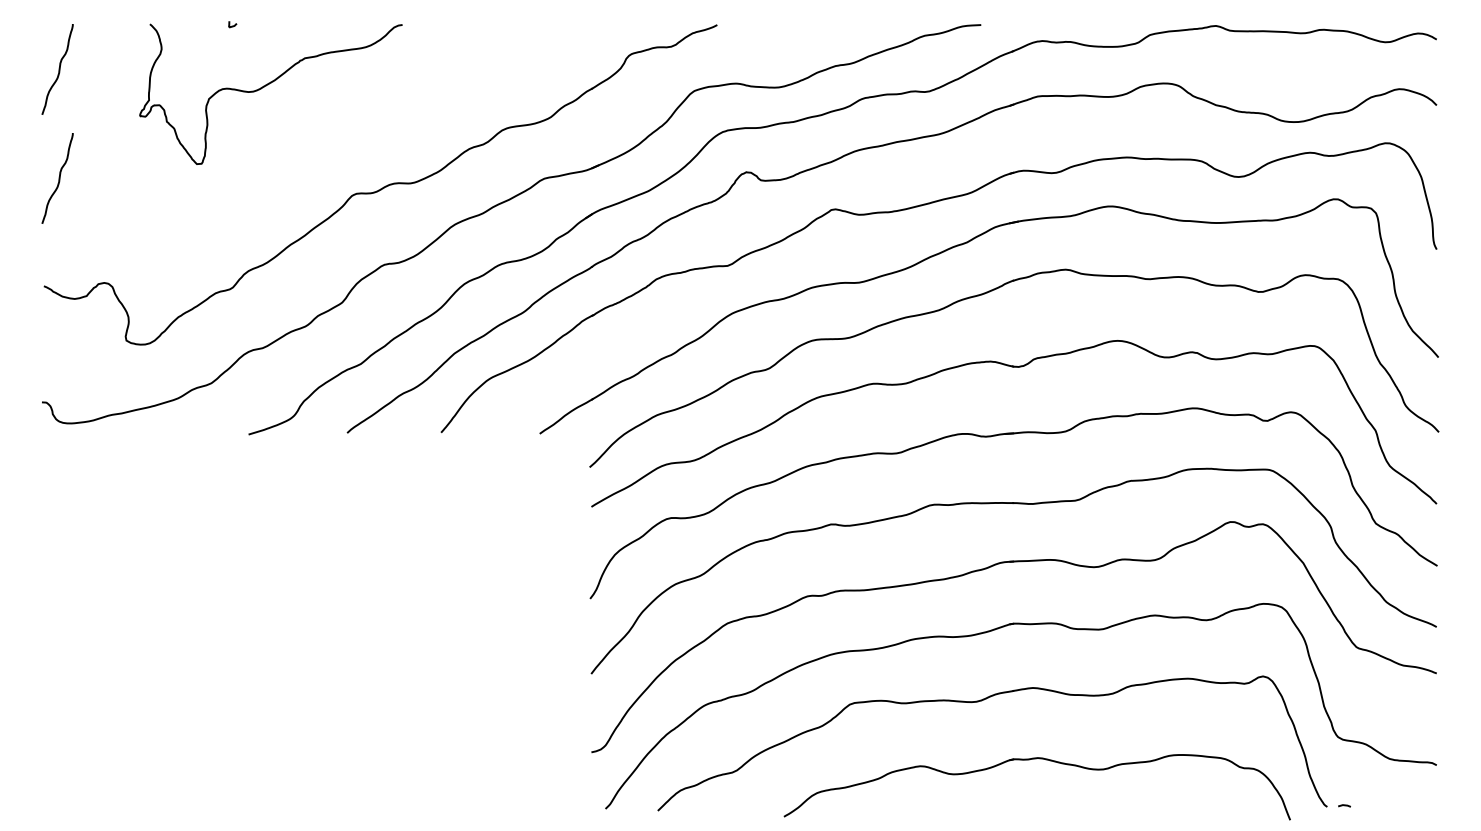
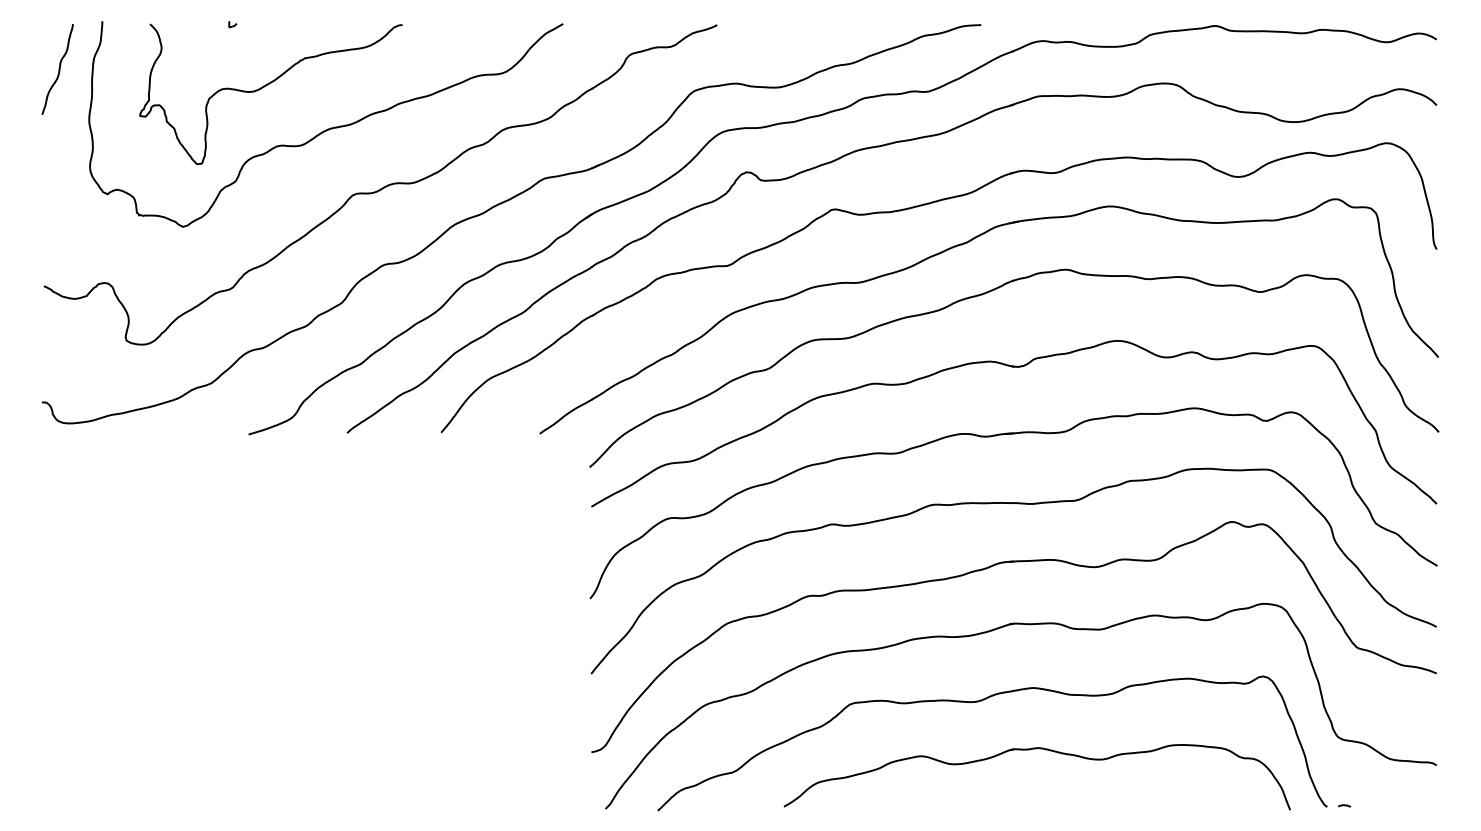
curve at (327, 128): none -> present
curve at (58, 178): present -> none
part at (1029, 760) position: (1029, 760) -> (1029, 750)
